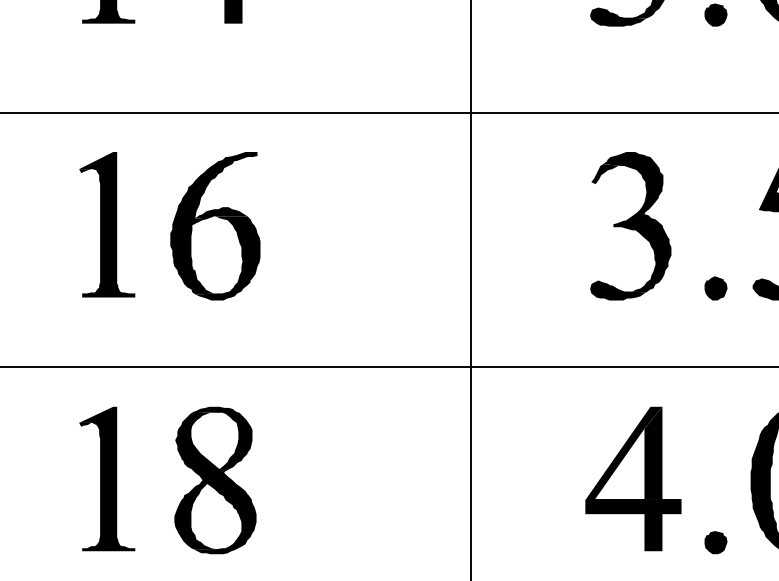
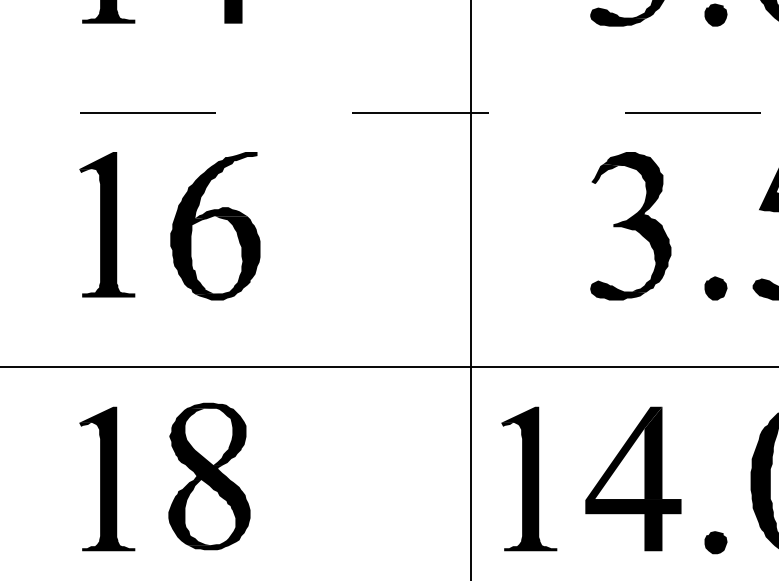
line at (389, 112): solid -> dashed
part at (529, 478): none -> present
part at (215, 480) position: (215, 480) -> (209, 476)
